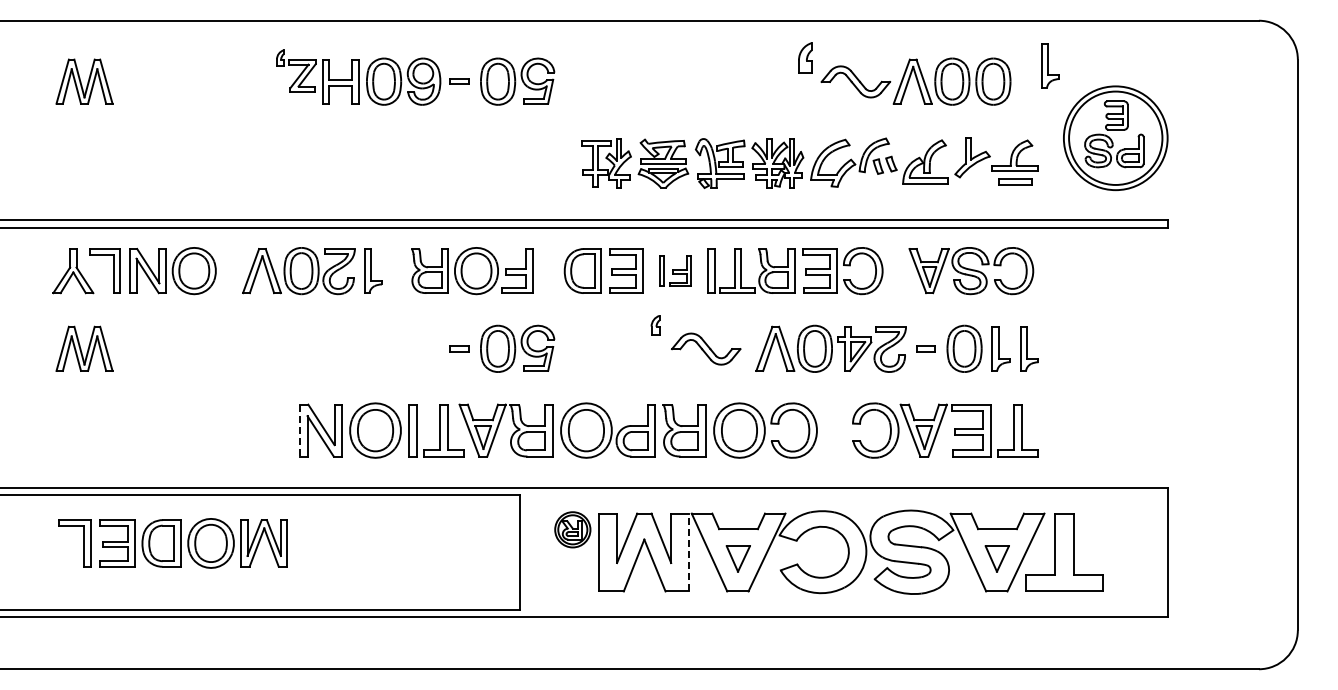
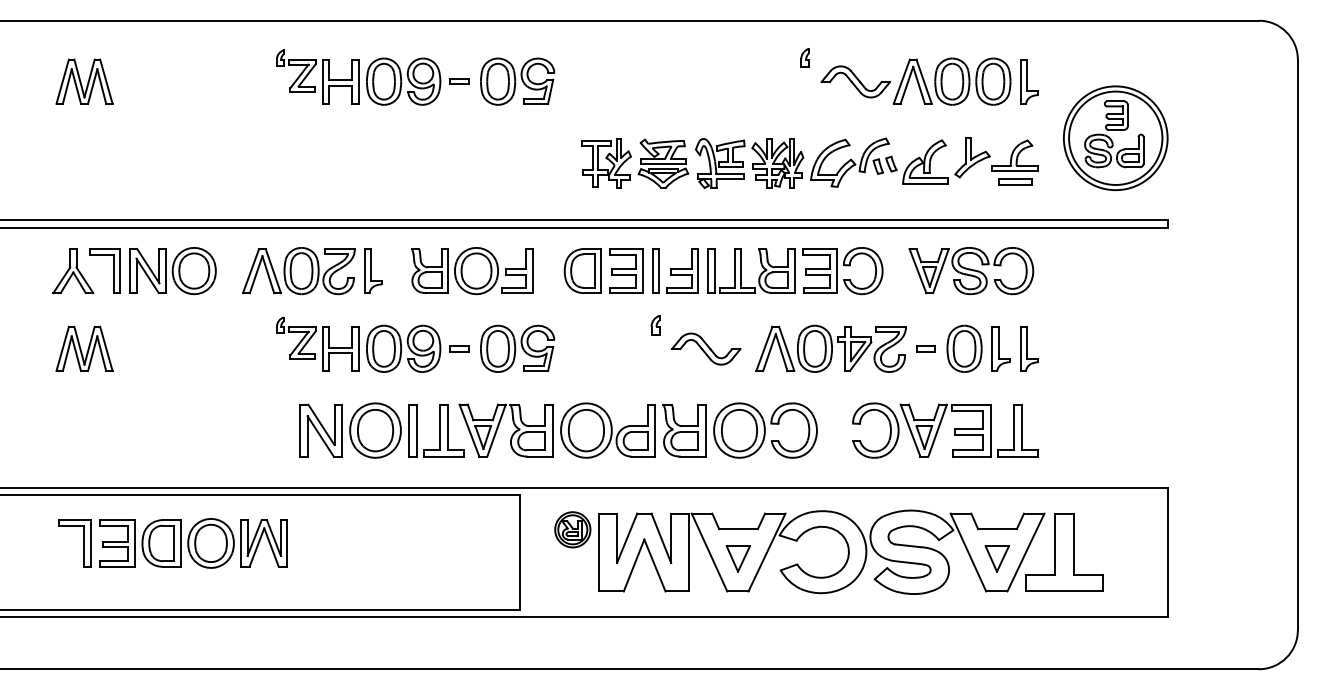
part at (805, 57) size: 15x32 px -> 10x20 px
part at (1050, 65) position: (1050, 65) -> (1029, 81)
part at (675, 270) size: 33x32 px -> 47x46 px
part at (358, 344): none -> present
line at (300, 430): dashed -> solid
line at (689, 552): dashed -> solid
